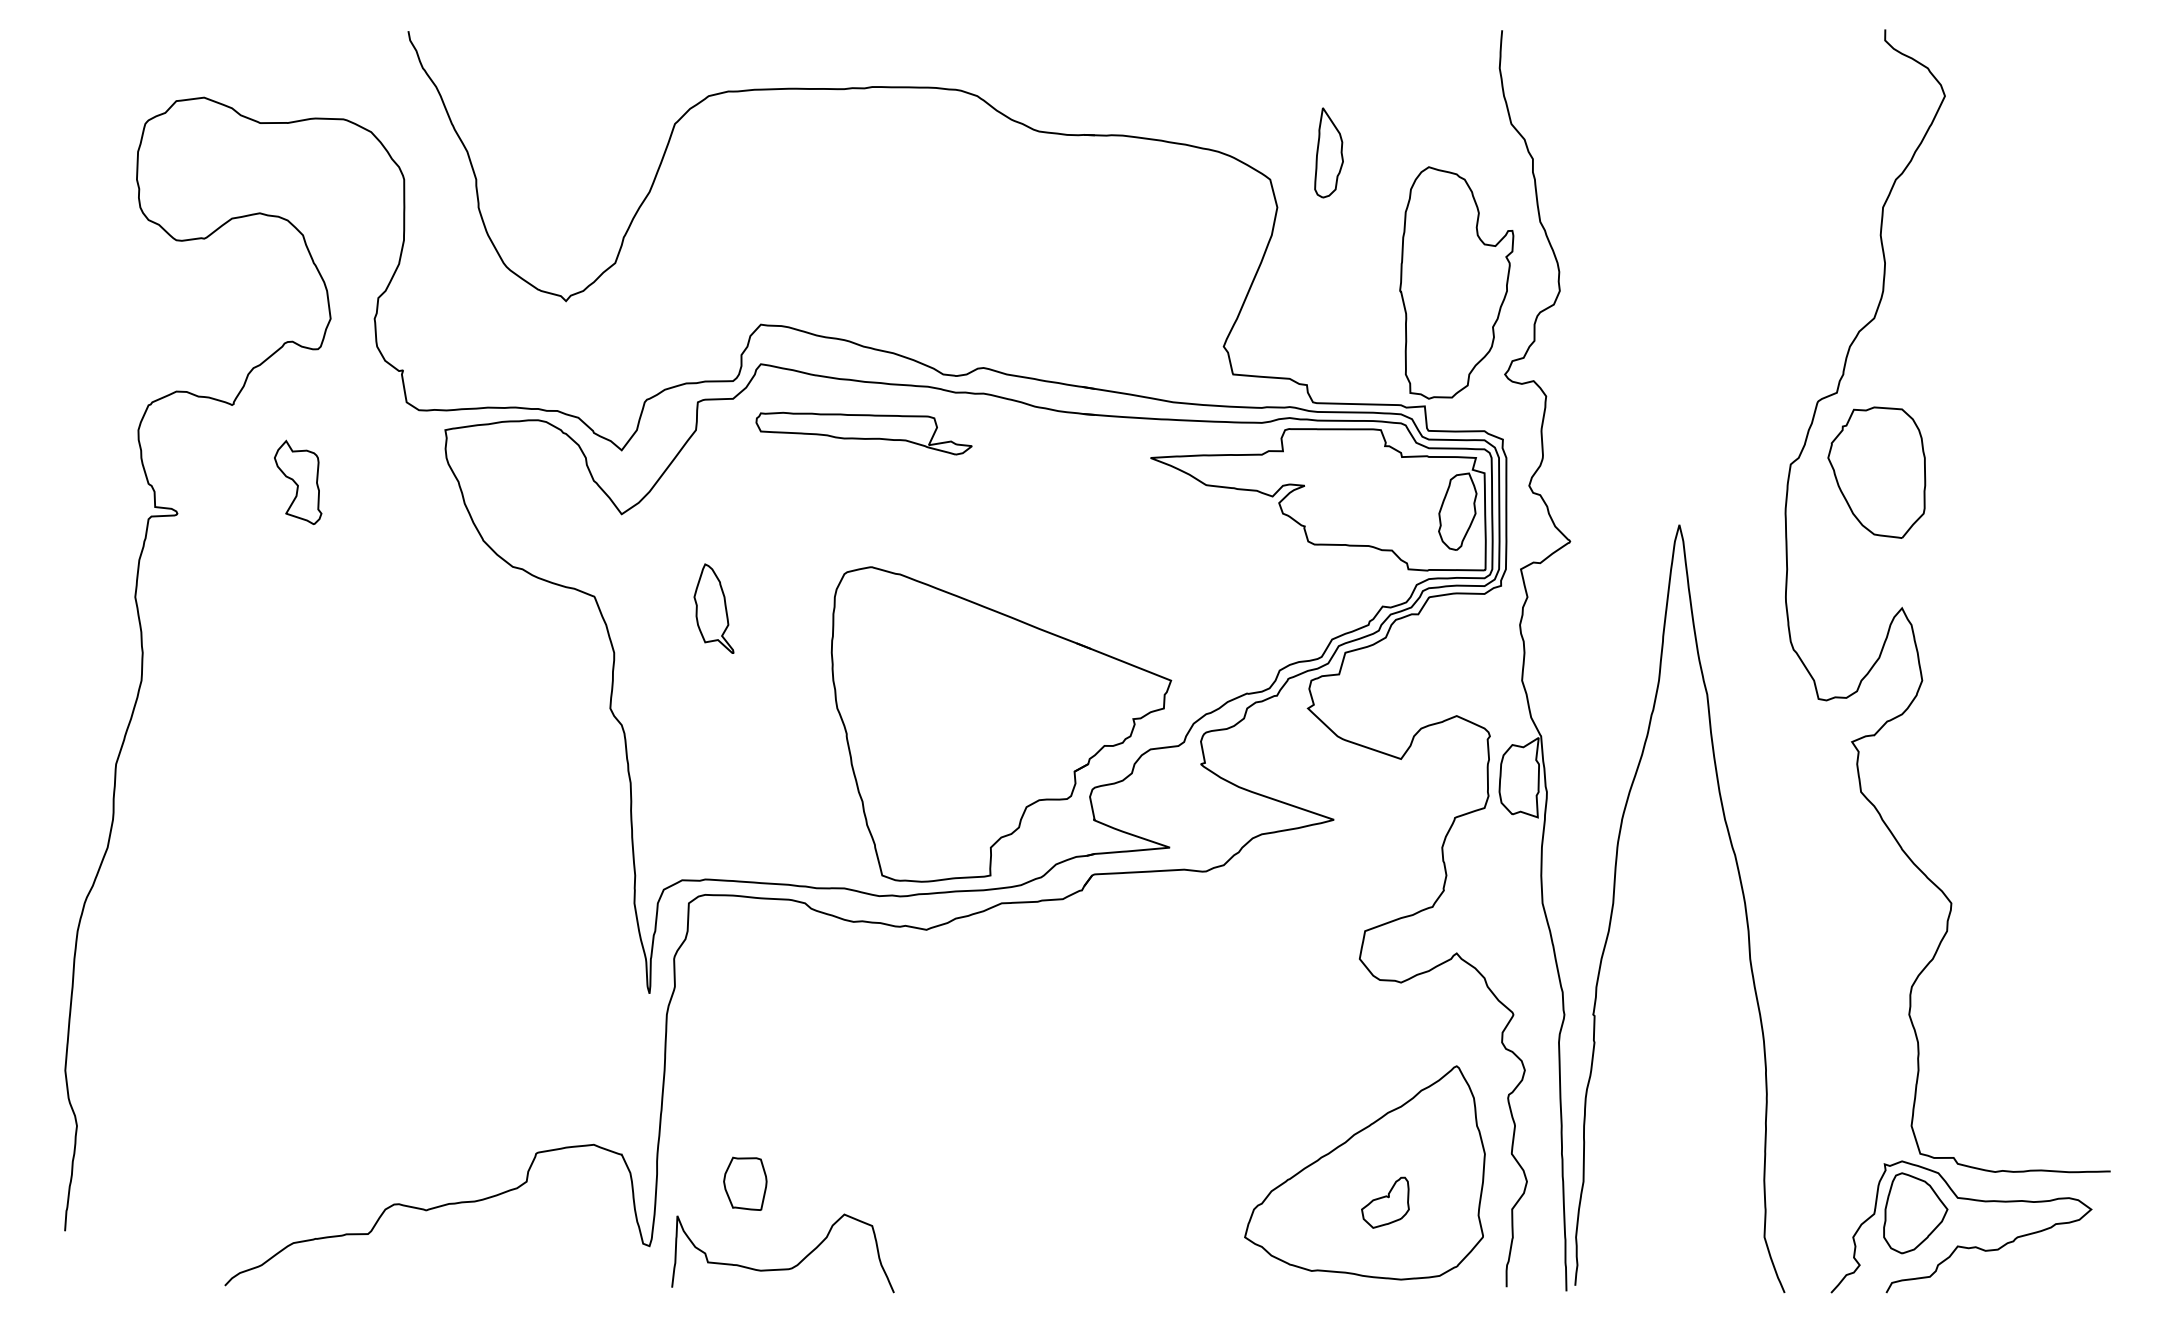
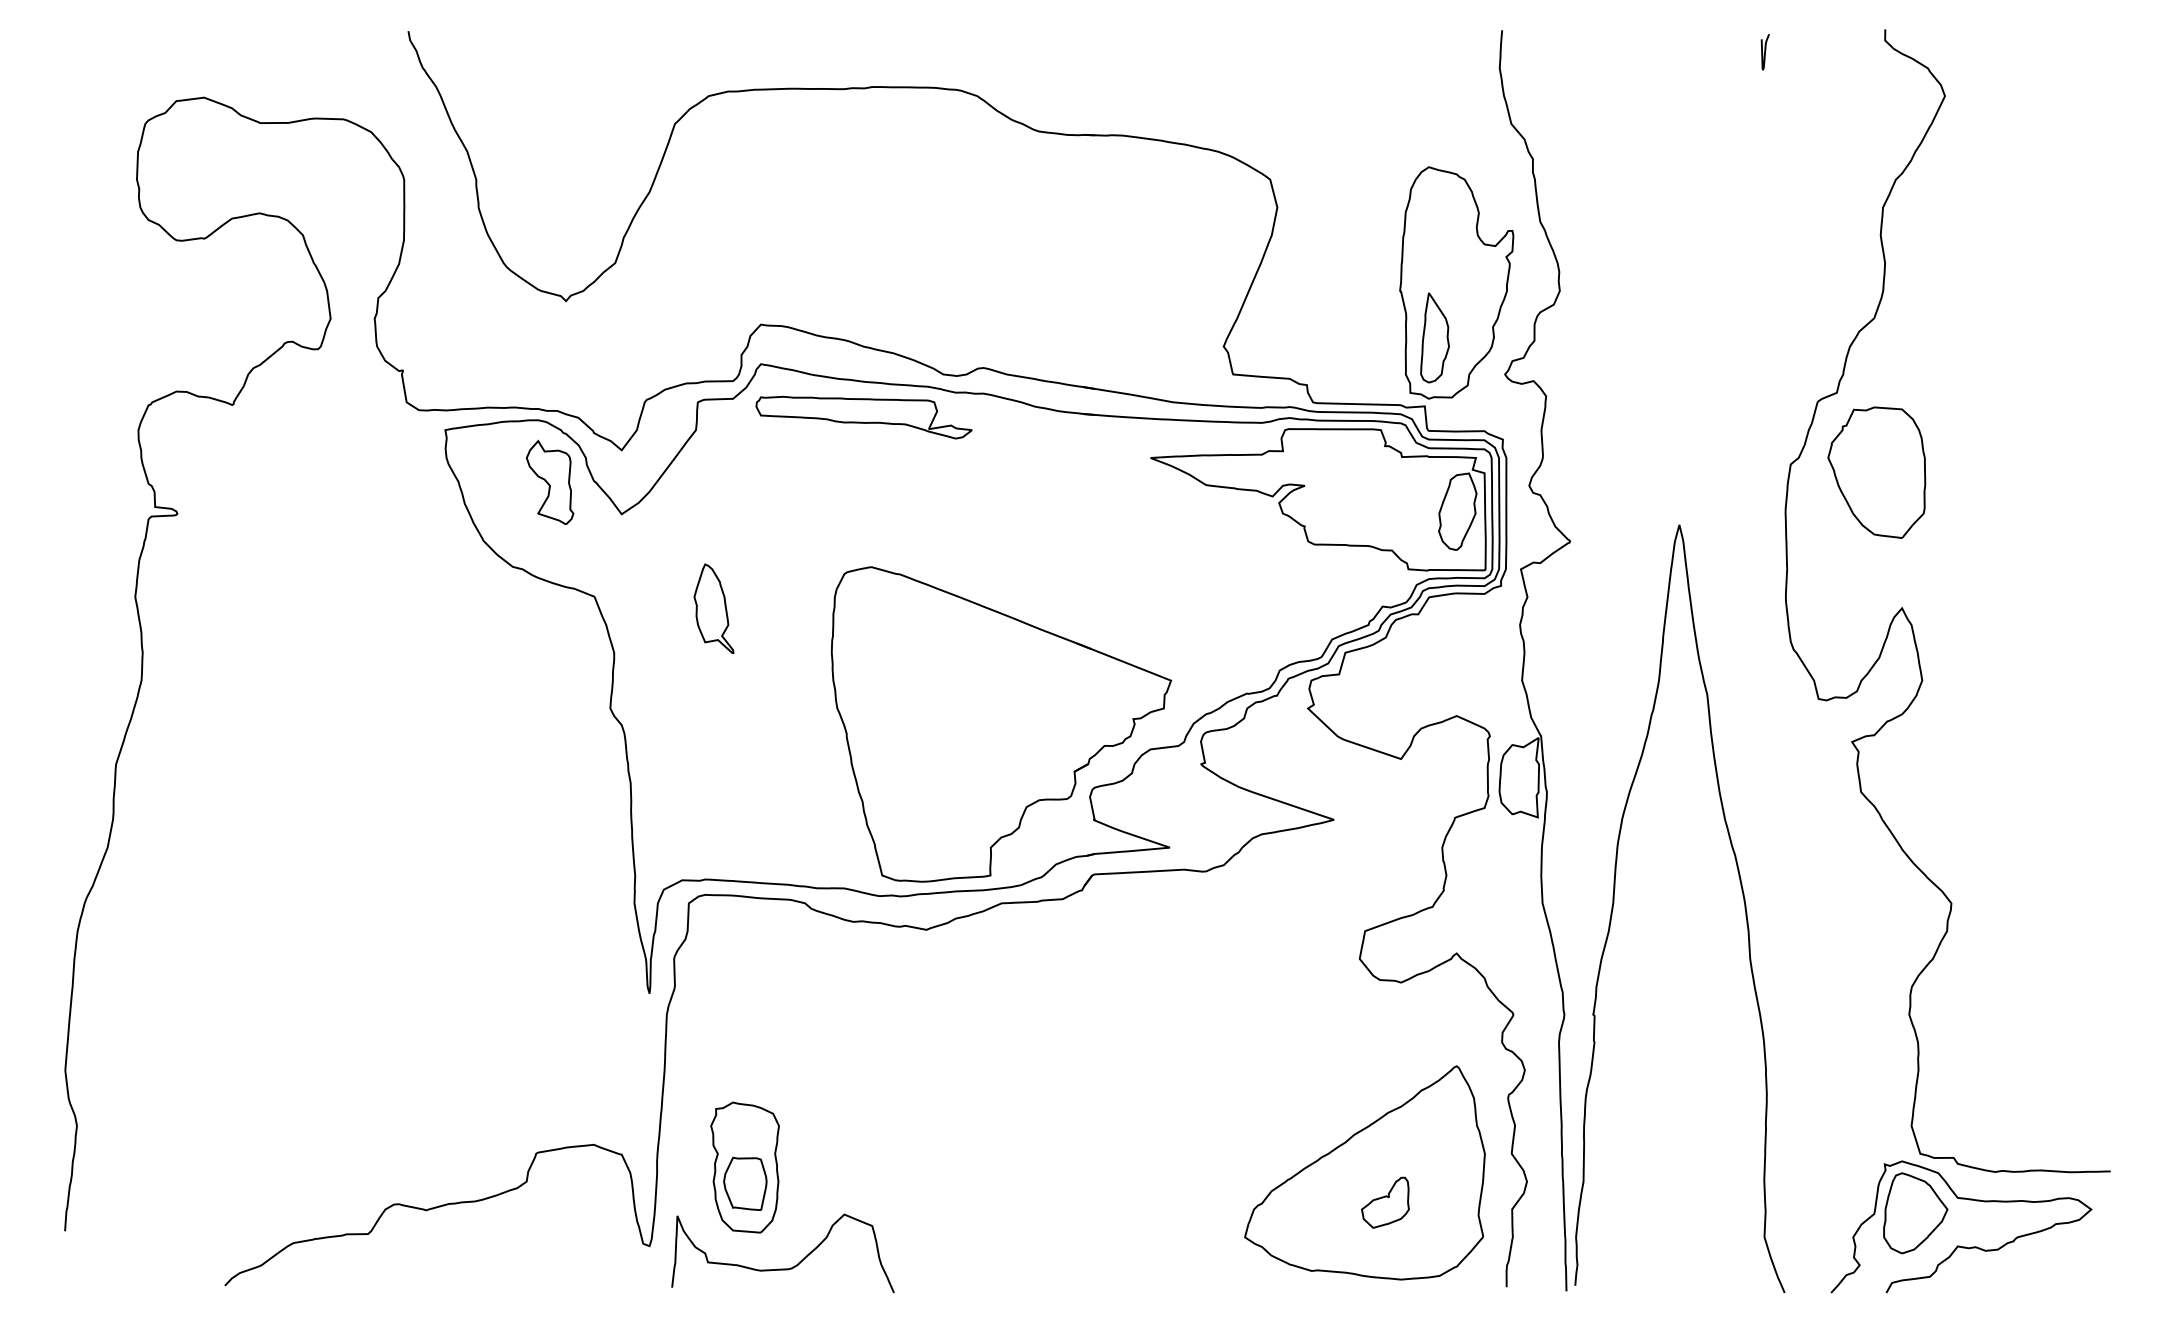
curve at (1764, 52): none -> present
part at (1328, 152) position: (1328, 152) -> (1434, 337)
part at (863, 433) position: (863, 433) -> (863, 417)
part at (298, 481) position: (298, 481) -> (550, 481)
part at (744, 1167): none -> present
